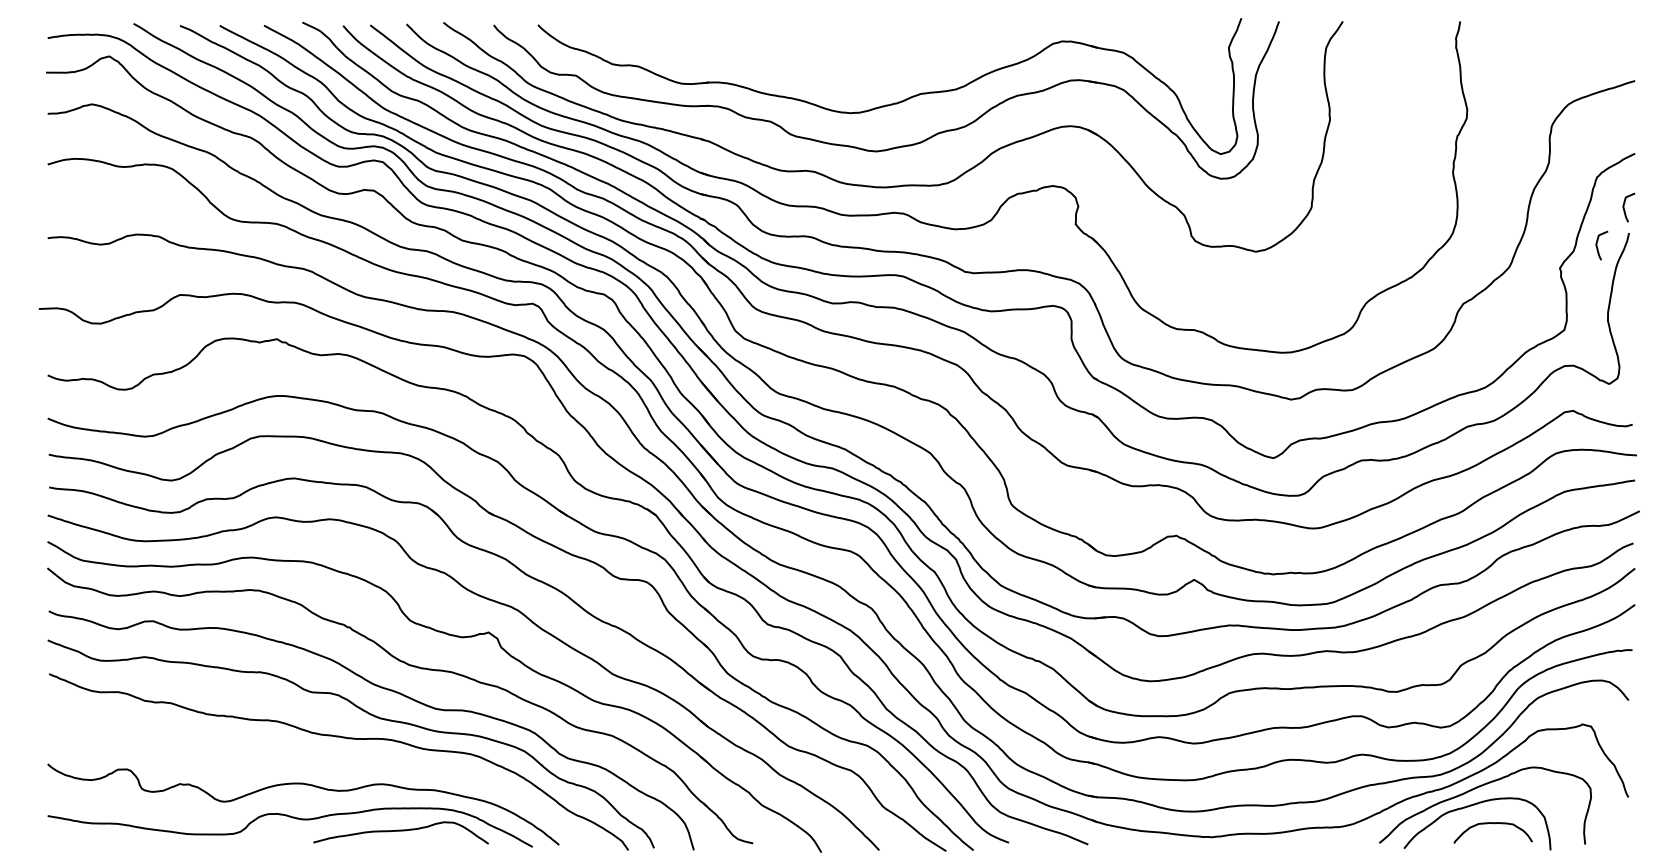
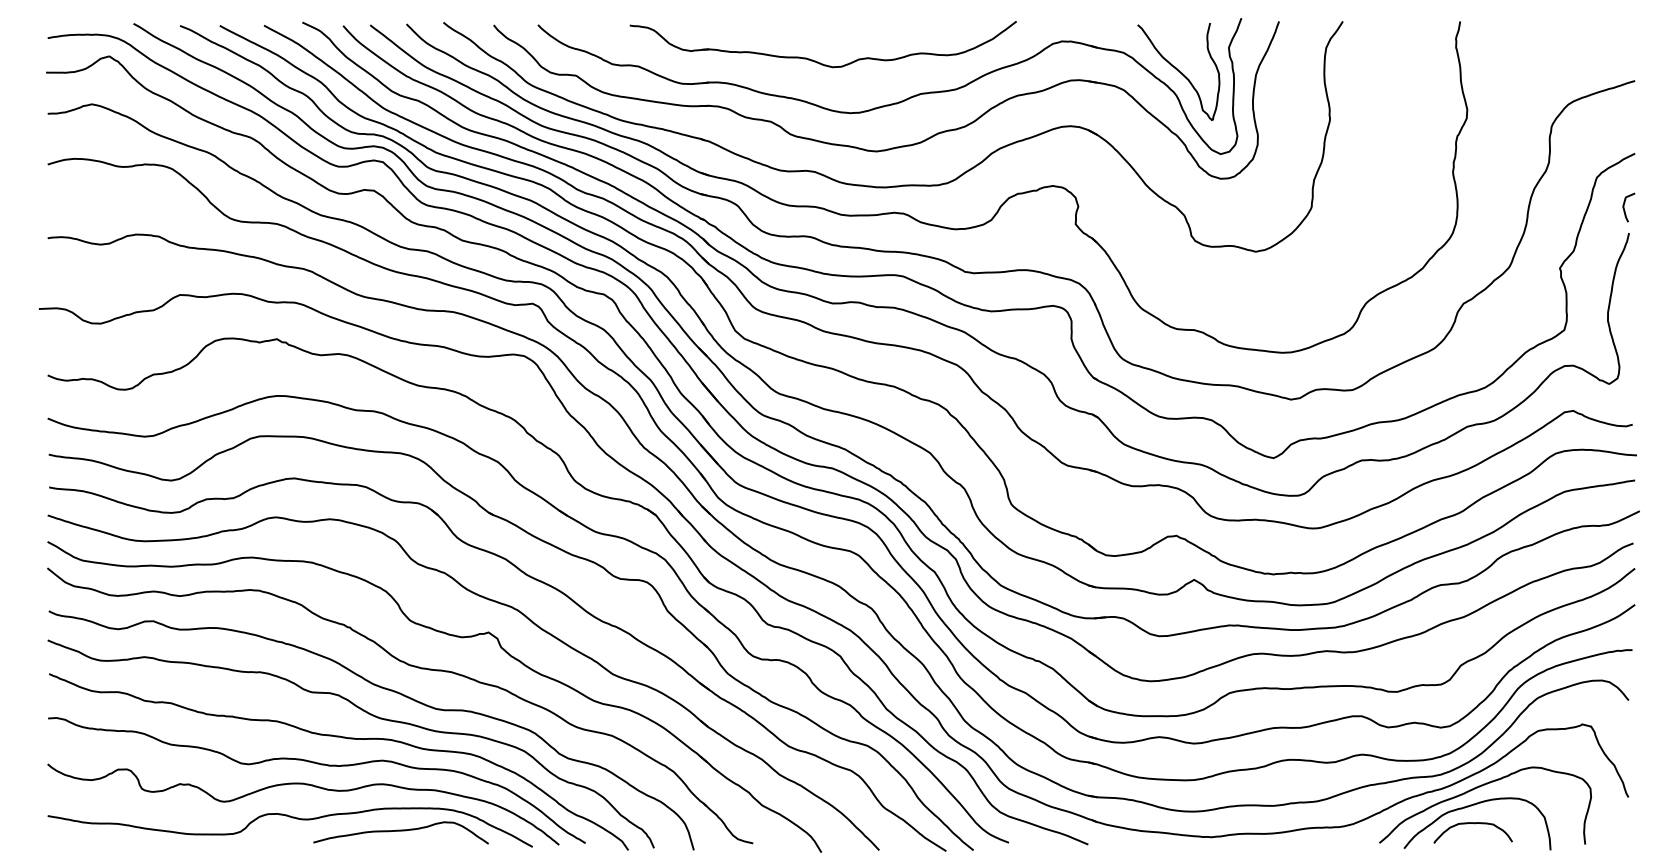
part at (815, 60): none -> present
curve at (1178, 71): none -> present
curve at (1597, 245): present -> none
curve at (321, 765): none -> present
curve at (1495, 824) position: (1495, 824) -> (1475, 824)
